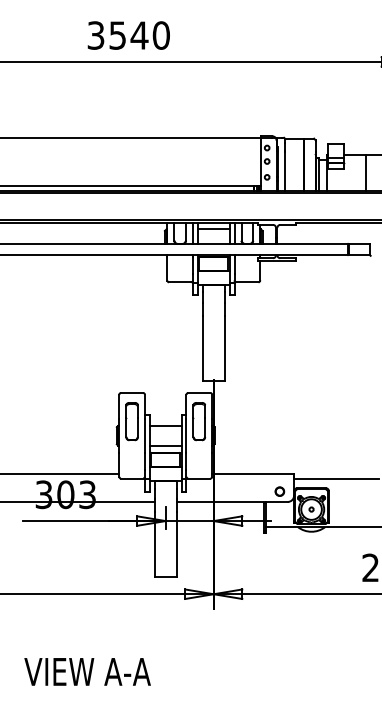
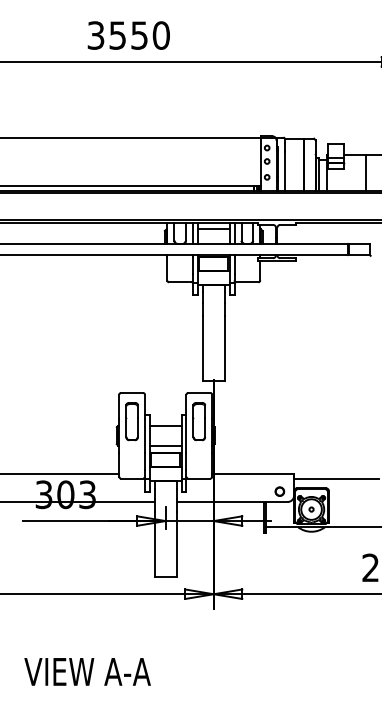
text at (139, 35): 3540 -> 3550
